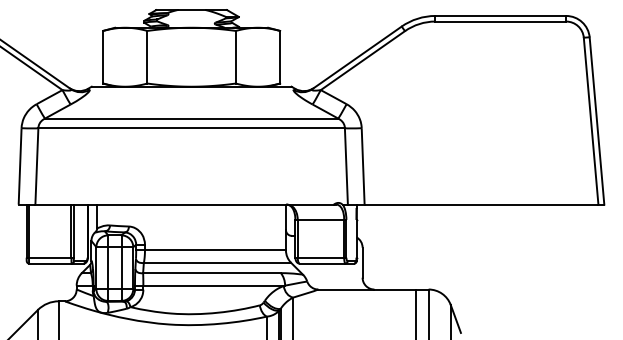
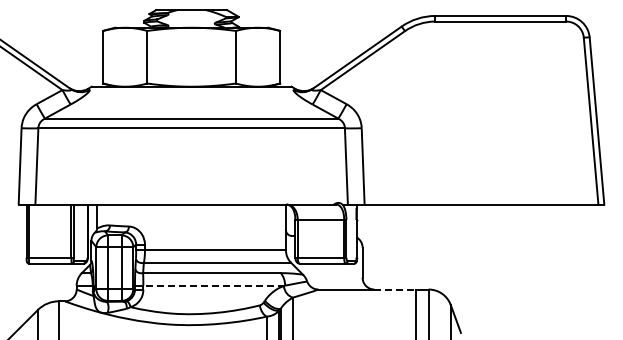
line at (214, 285): solid -> dashed
line at (395, 289): solid -> dashed
